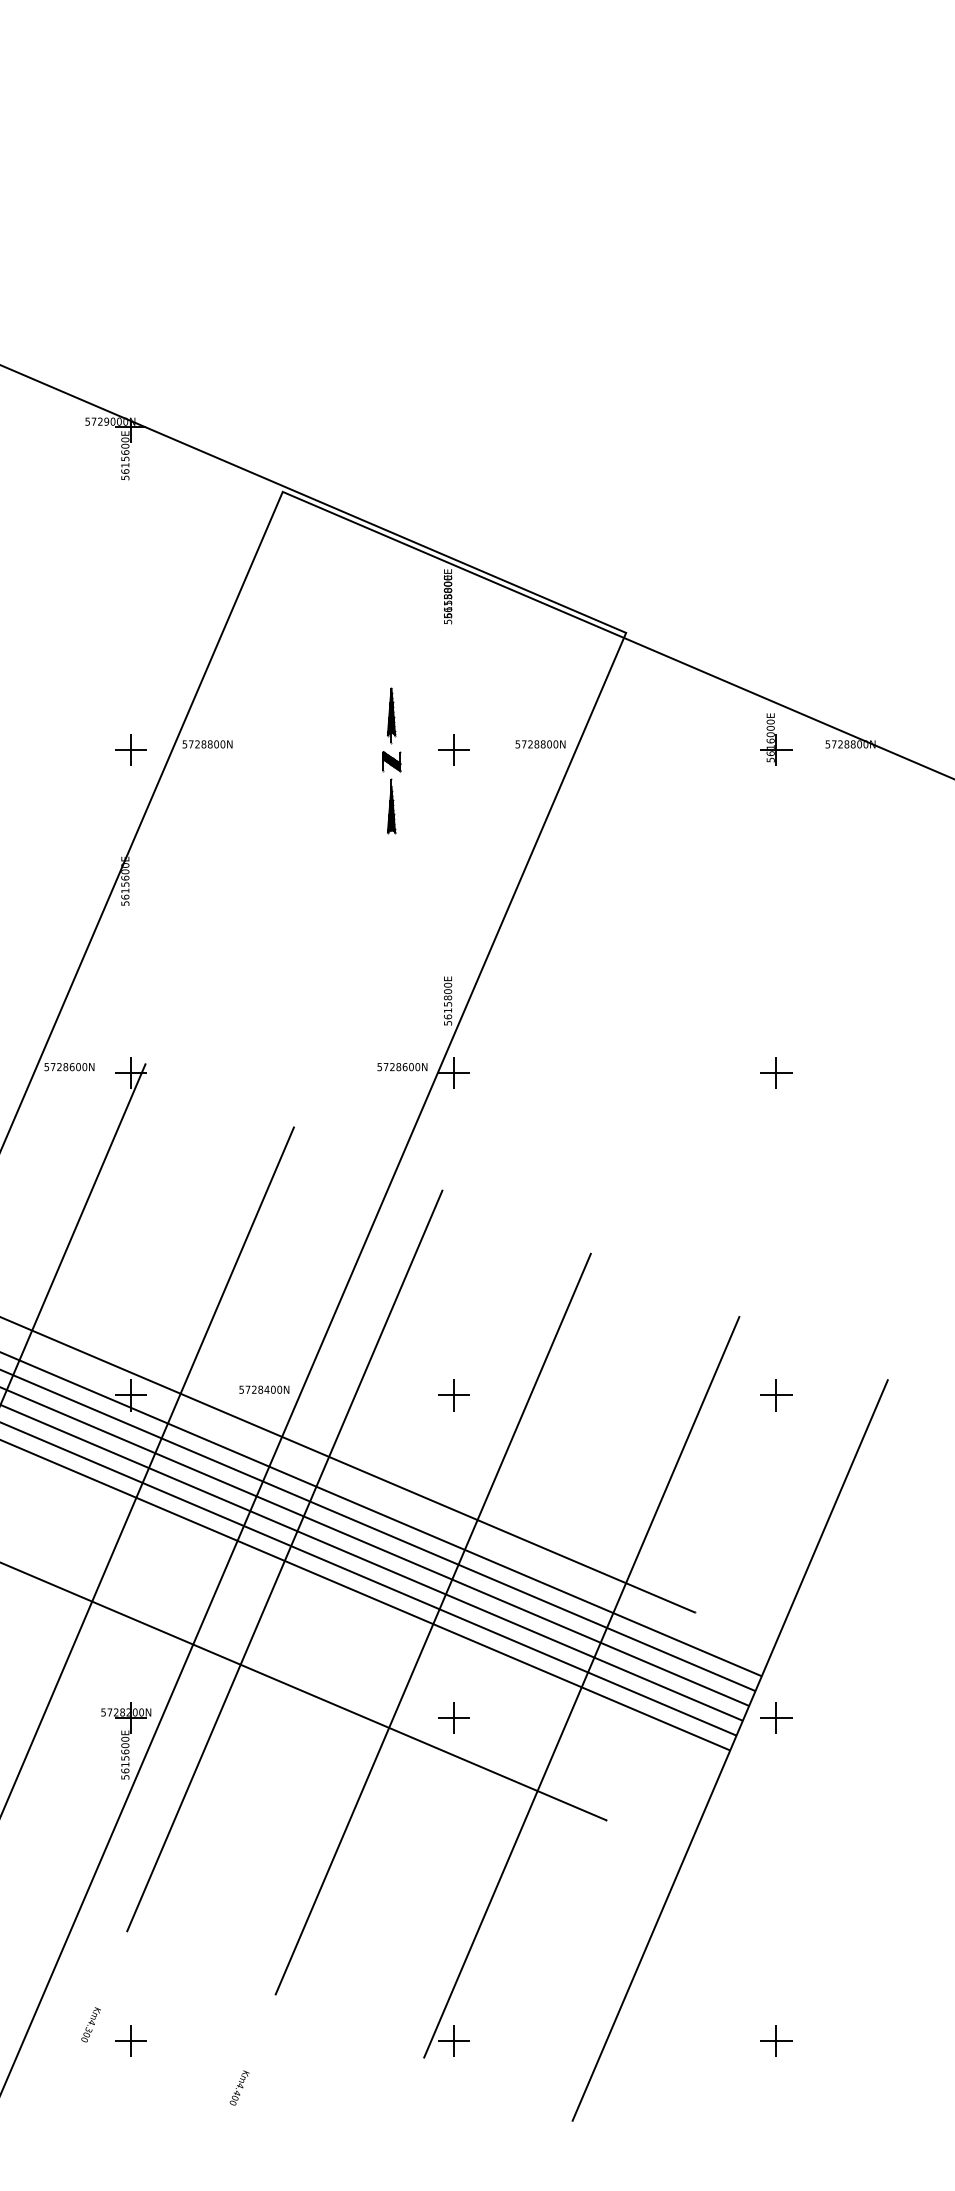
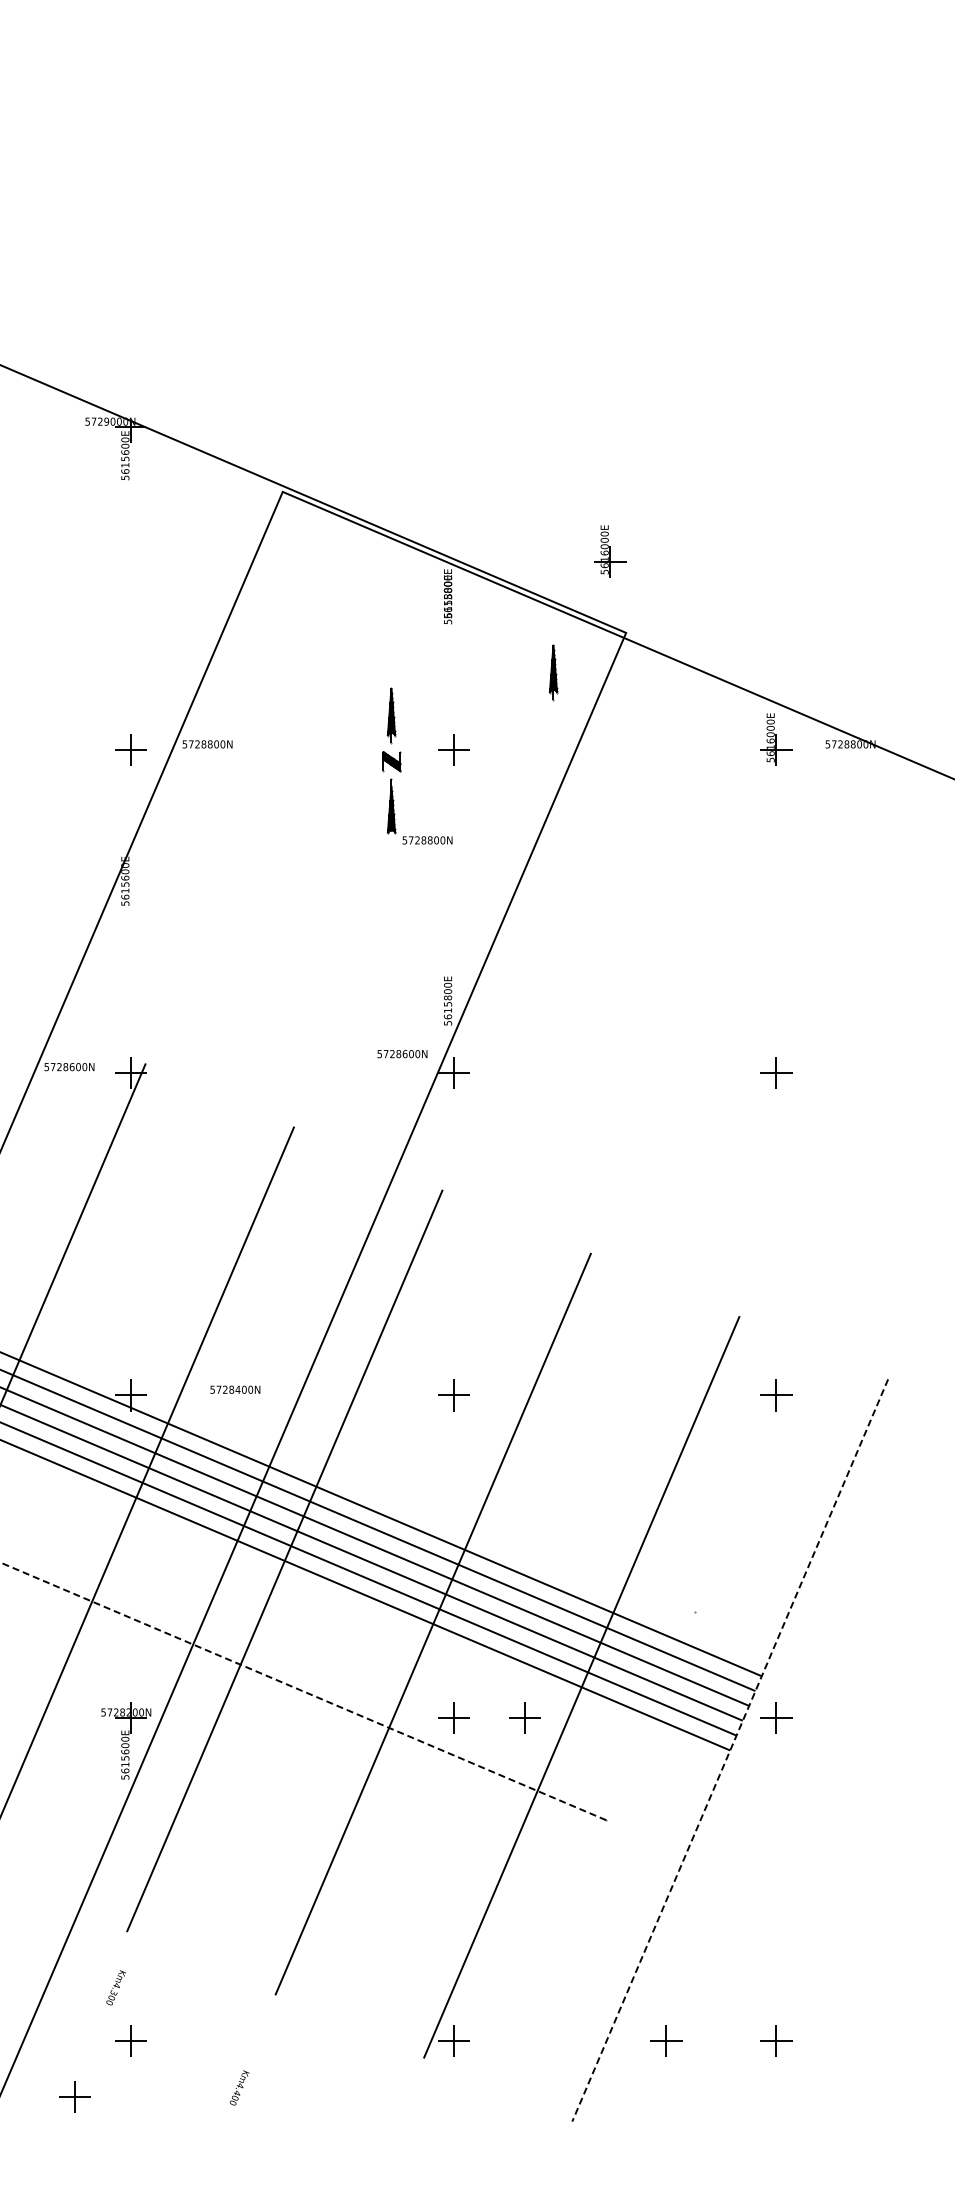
part at (610, 551): none -> present
part at (553, 672): none -> present
text at (540, 744) position: (540, 744) -> (427, 840)
text at (402, 1067) position: (402, 1067) -> (402, 1054)
text at (264, 1389) position: (264, 1389) -> (235, 1389)
line at (348, 1464): present -> none
line at (303, 1691): solid -> dashed
part at (524, 1717): none -> present
line at (730, 1750): solid -> dashed
text at (90, 2024) position: (90, 2024) -> (115, 1987)
part at (666, 2040): none -> present
part at (74, 2096): none -> present
